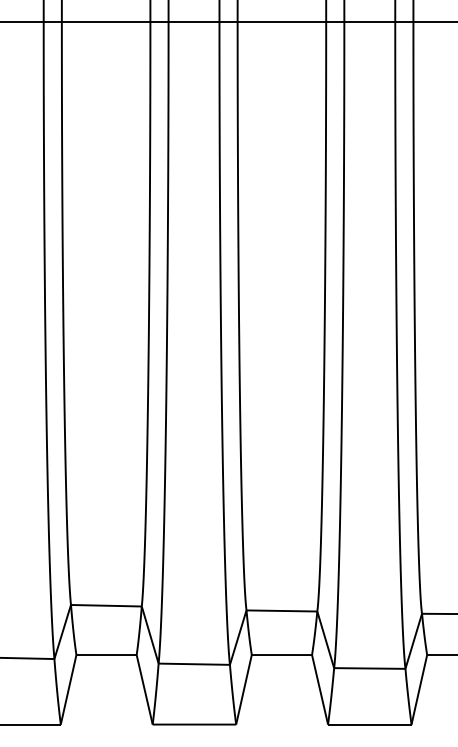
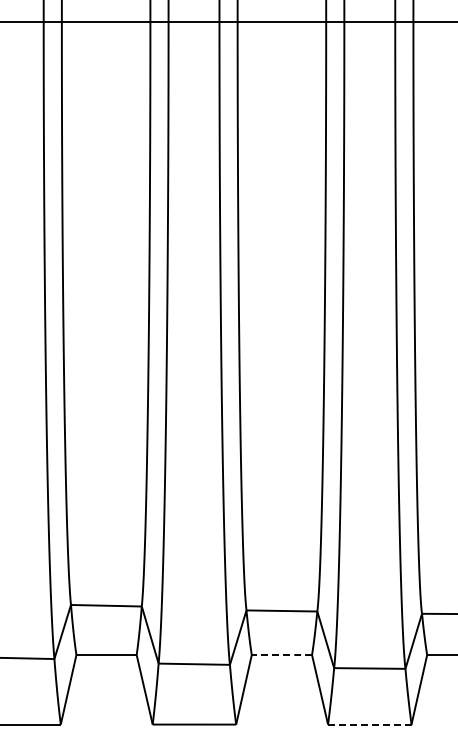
line at (281, 655): solid -> dashed
line at (369, 724): solid -> dashed
